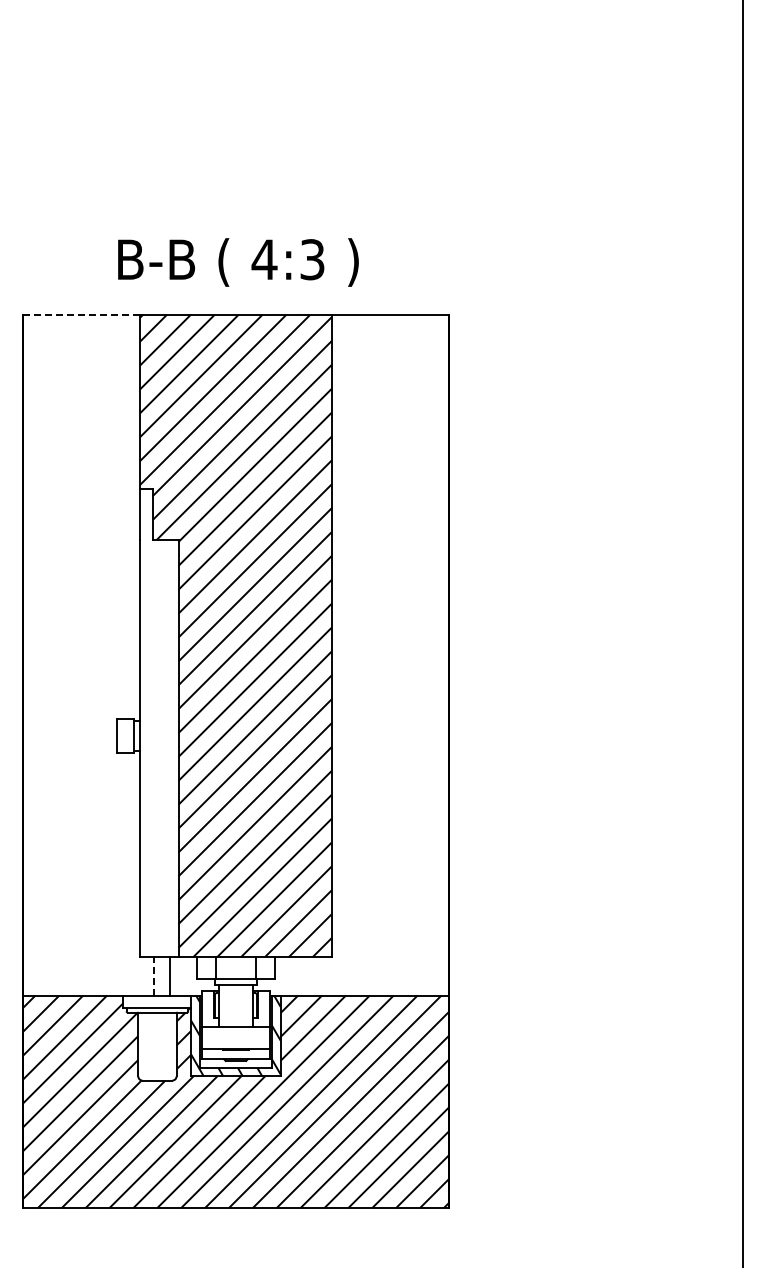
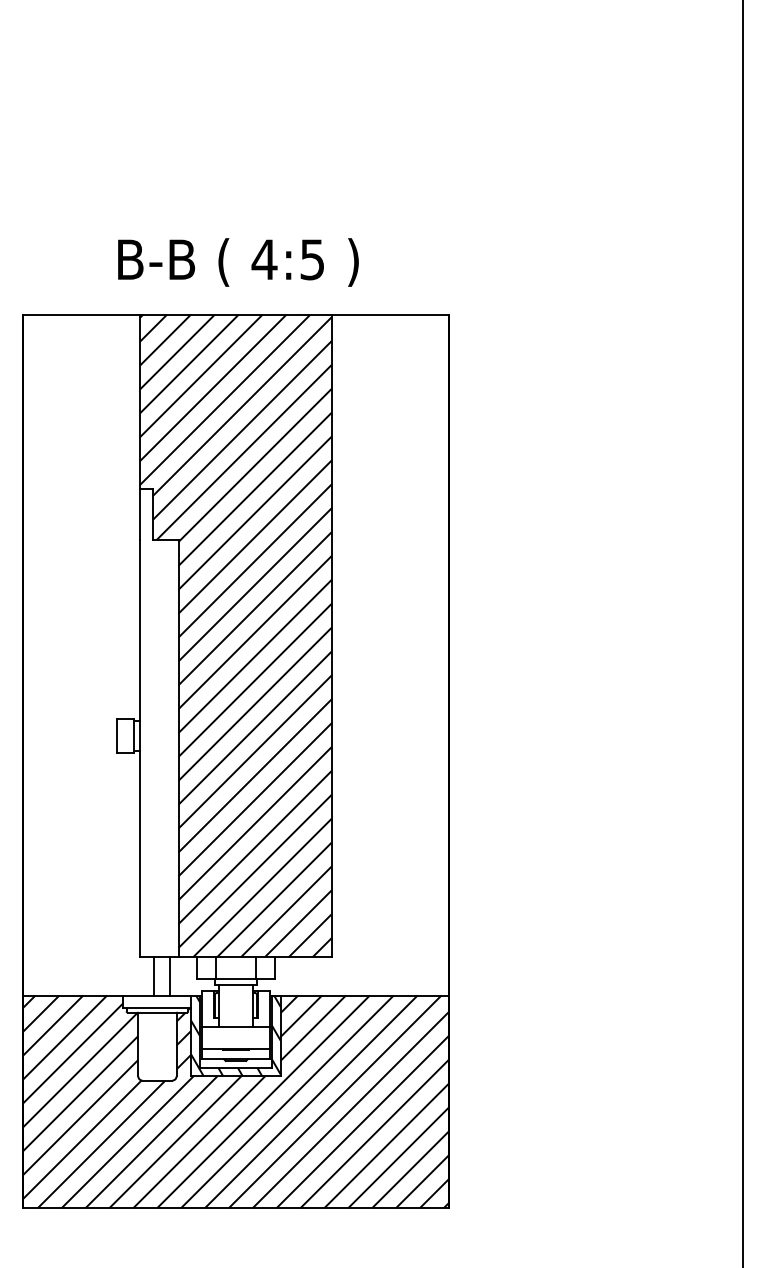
text at (312, 259): 4:3 -> 4:5
line at (81, 314): dashed -> solid
line at (153, 975): dashed -> solid
